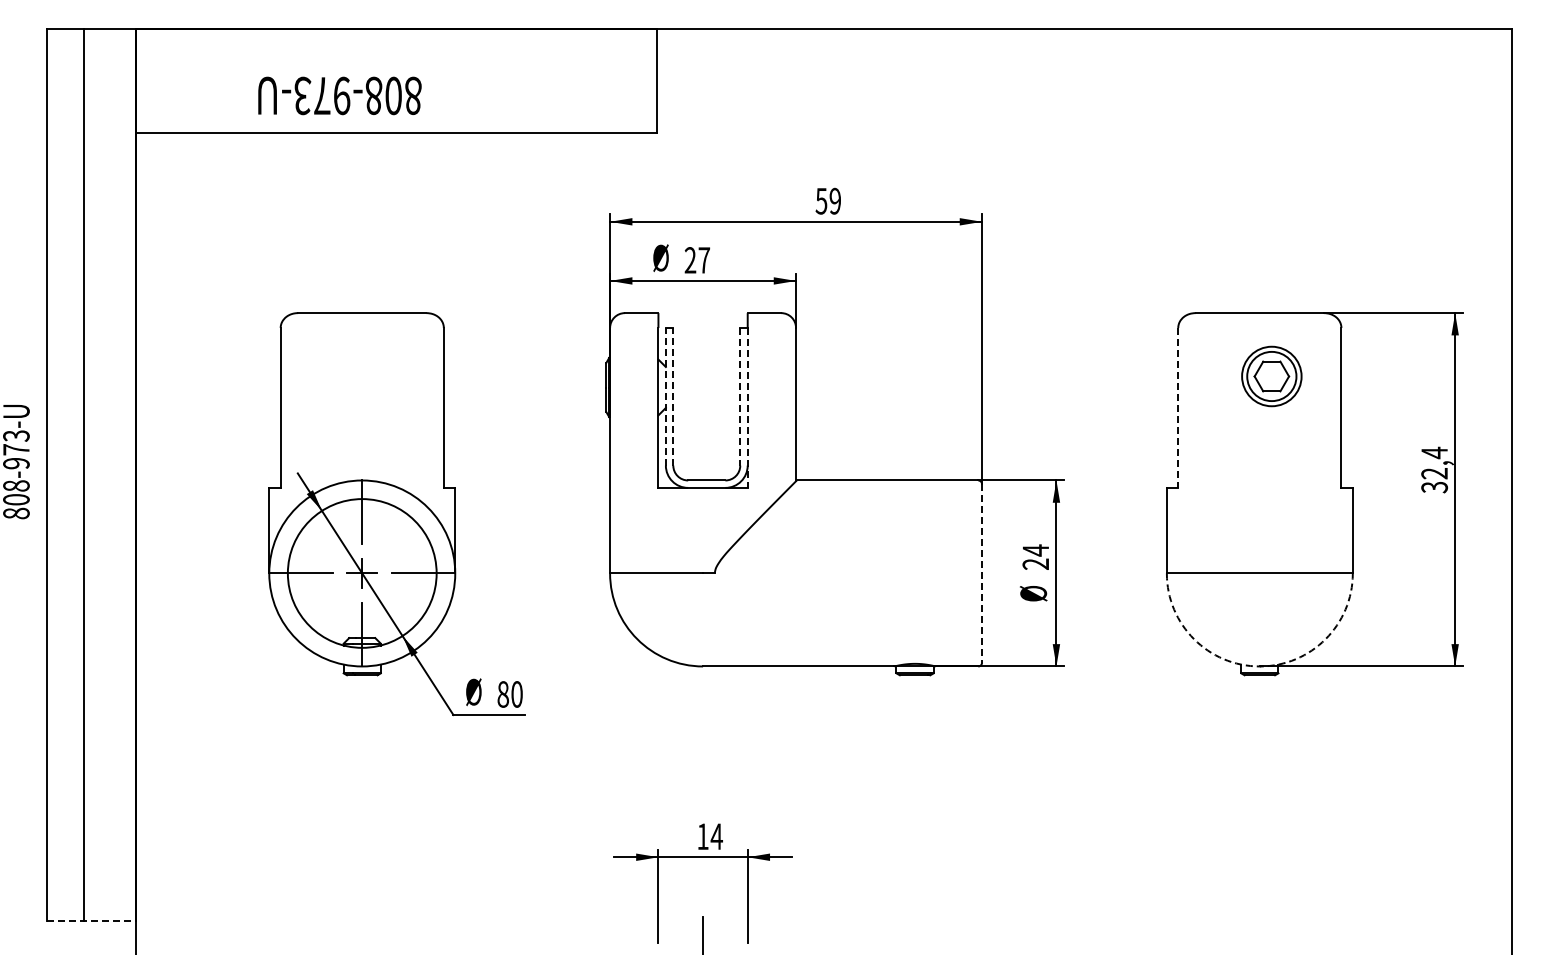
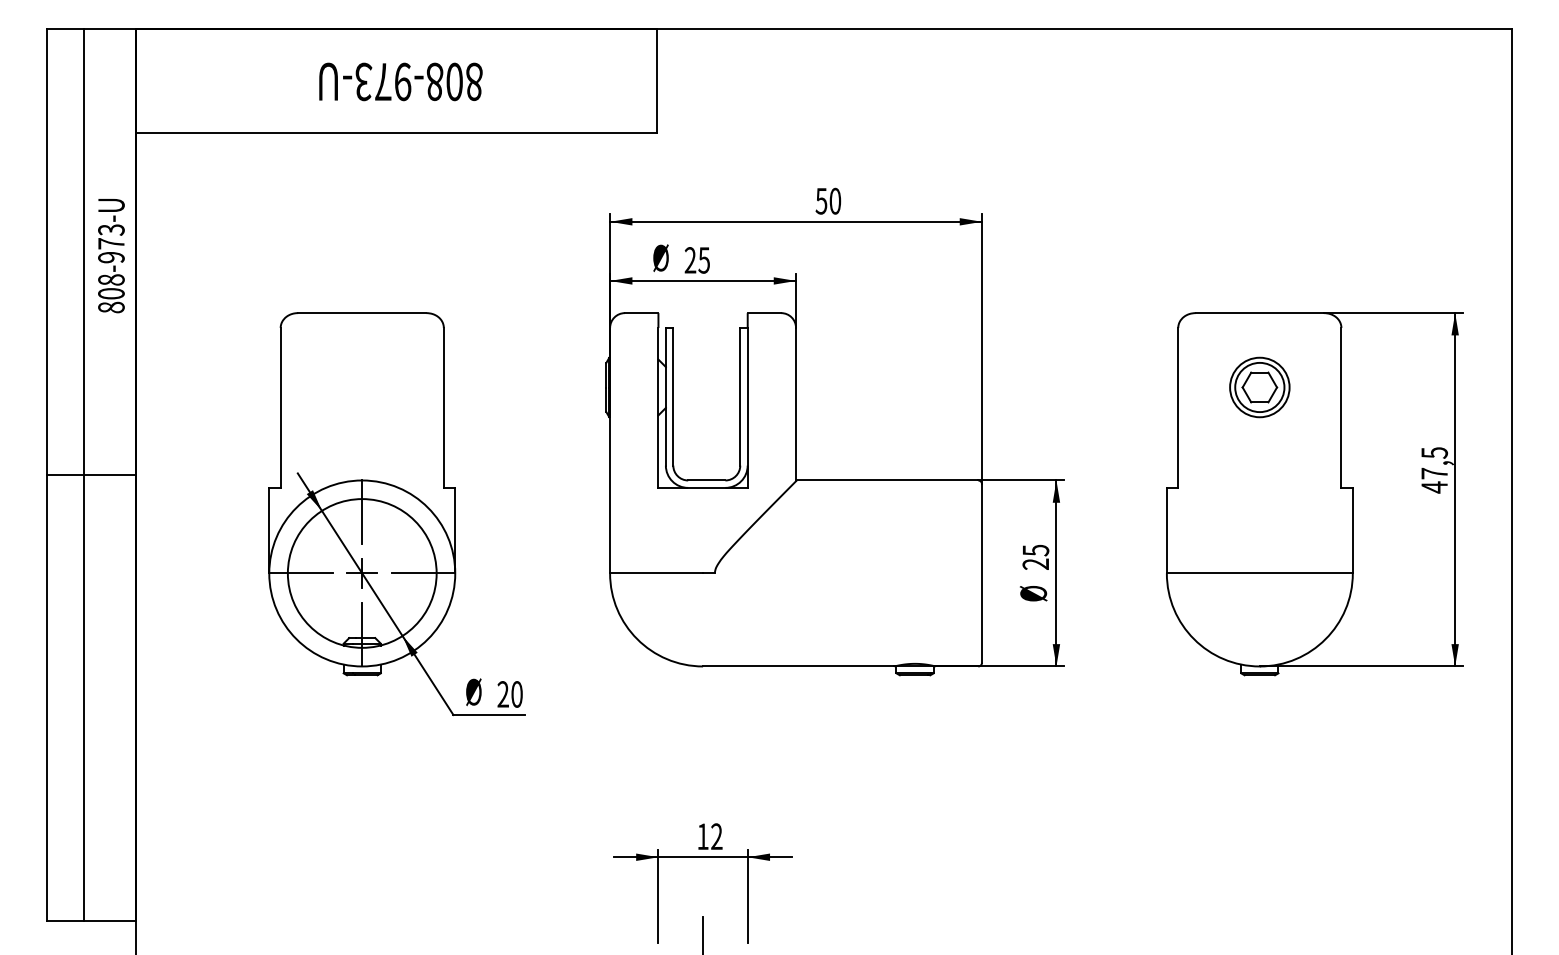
text at (339, 95) position: (339, 95) -> (400, 81)
text at (835, 201): 59 -> 50
text at (704, 260): 27 -> 25
part at (1271, 376) position: (1271, 376) -> (1259, 387)
line at (665, 396): dashed -> solid
line at (673, 396): dashed -> solid
line at (740, 396): dashed -> solid
line at (747, 407): dashed -> solid
line at (1178, 407): dashed -> solid
text at (16, 462) position: (16, 462) -> (111, 256)
text at (1434, 469): 32,4 -> 47,5
line at (91, 474): none -> present
text at (1036, 550): 24 -> 25
line at (982, 573): dashed -> solid
arc at (1259, 666): dashed -> solid
text at (502, 694): 80 -> 20
text at (716, 836): 14 -> 12
line at (91, 921): dashed -> solid
